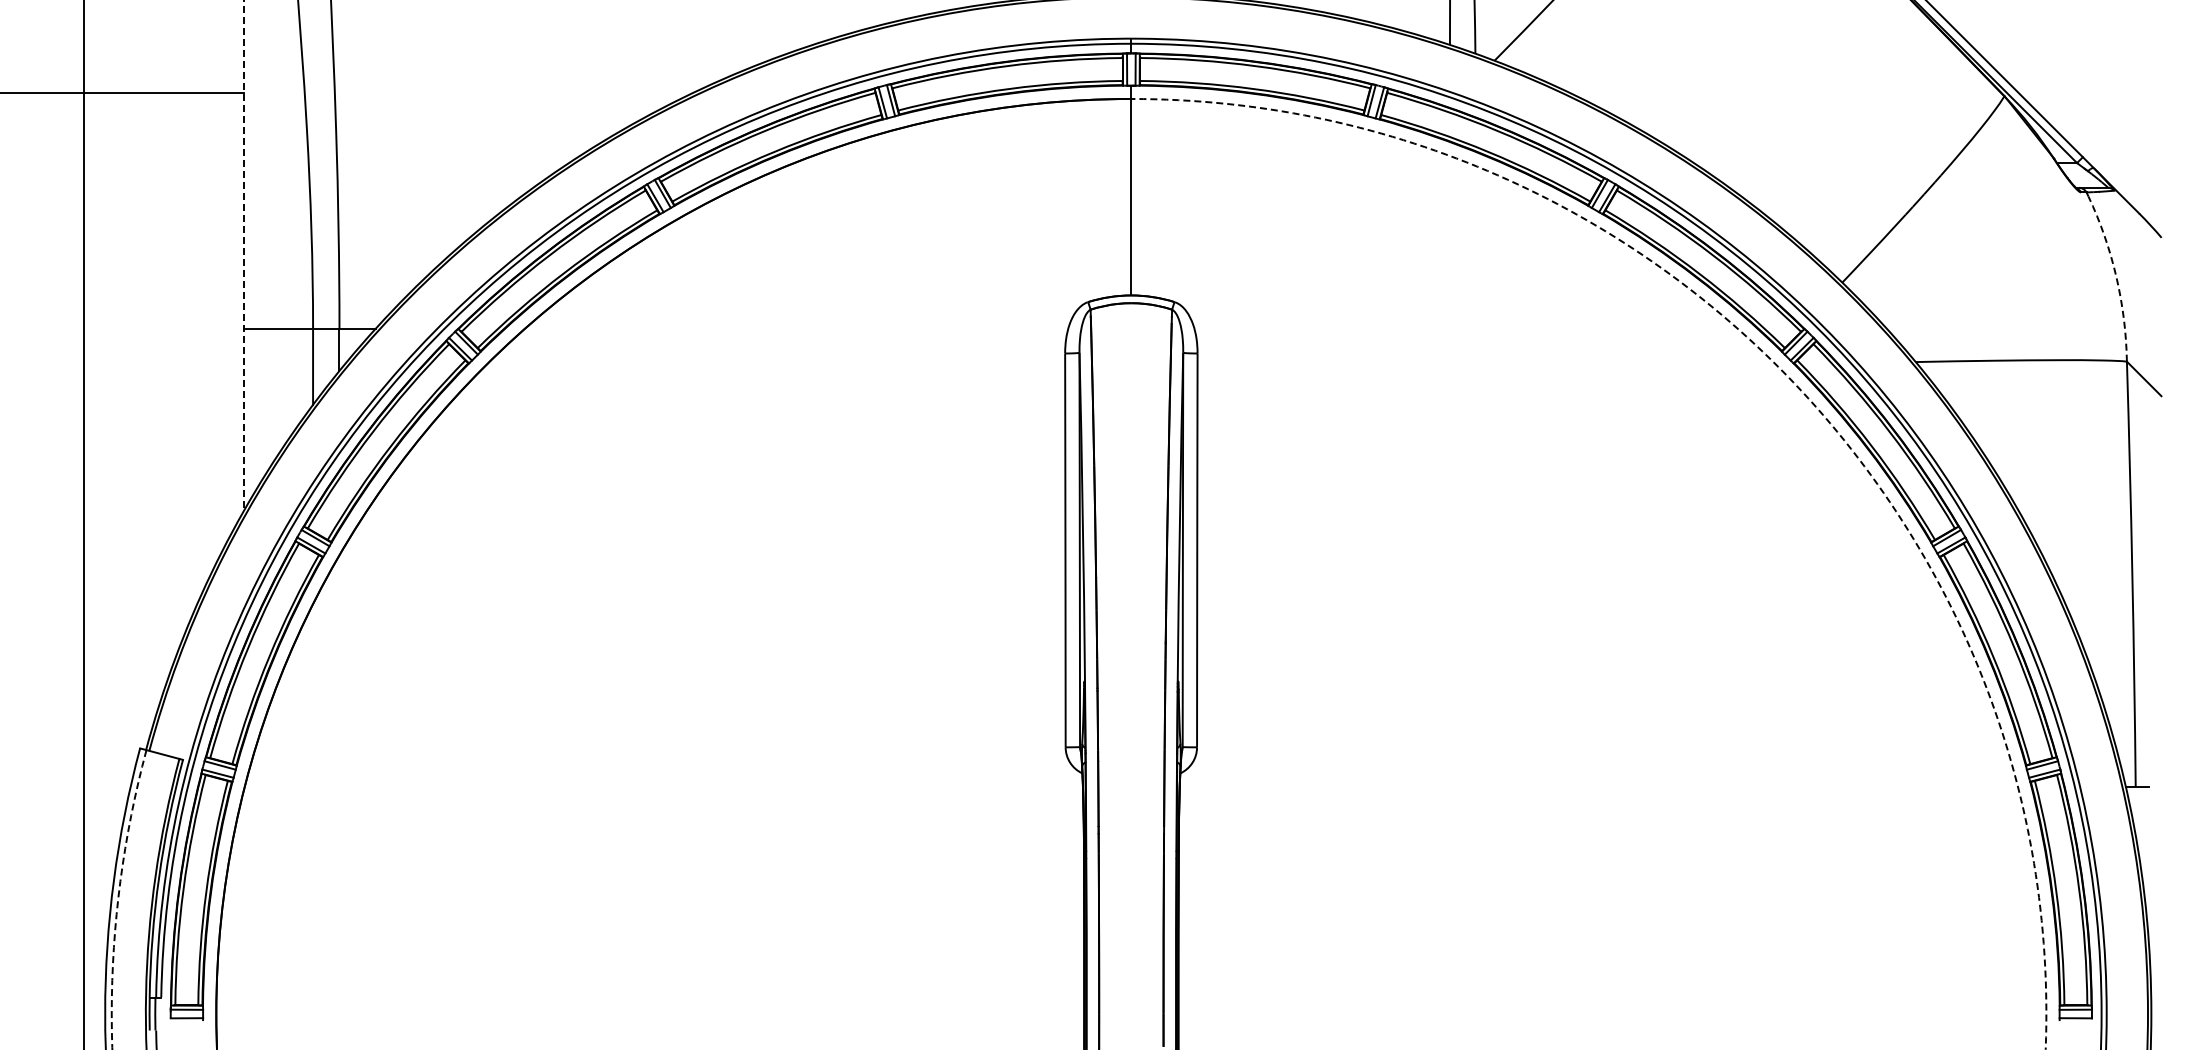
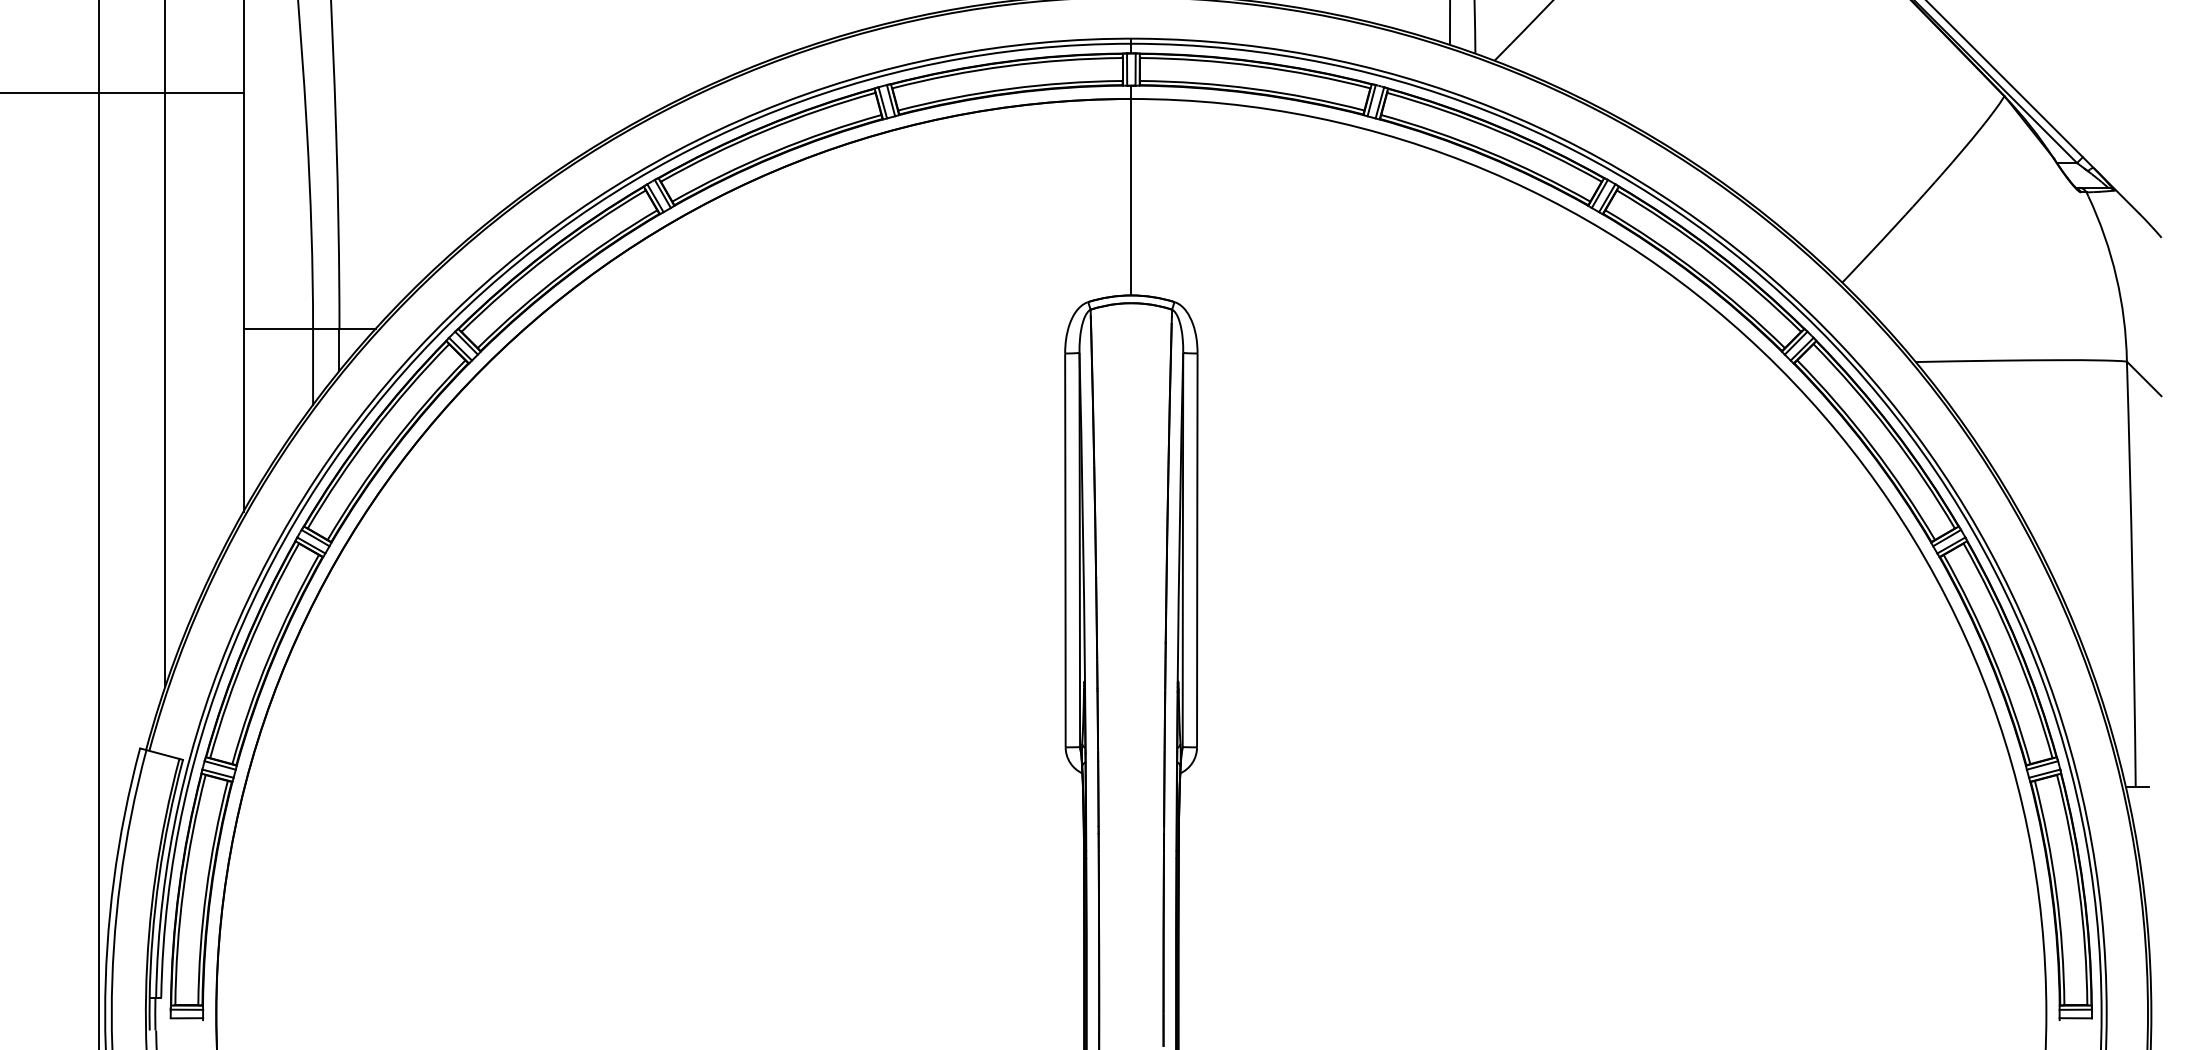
line at (243, 255): dashed -> solid
arc at (2116, 277): dashed -> solid
line at (165, 344): none -> present
arc at (1790, 380): dashed -> solid
line at (84, 524) position: (84, 524) -> (99, 524)
arc at (118, 899): dashed -> solid
